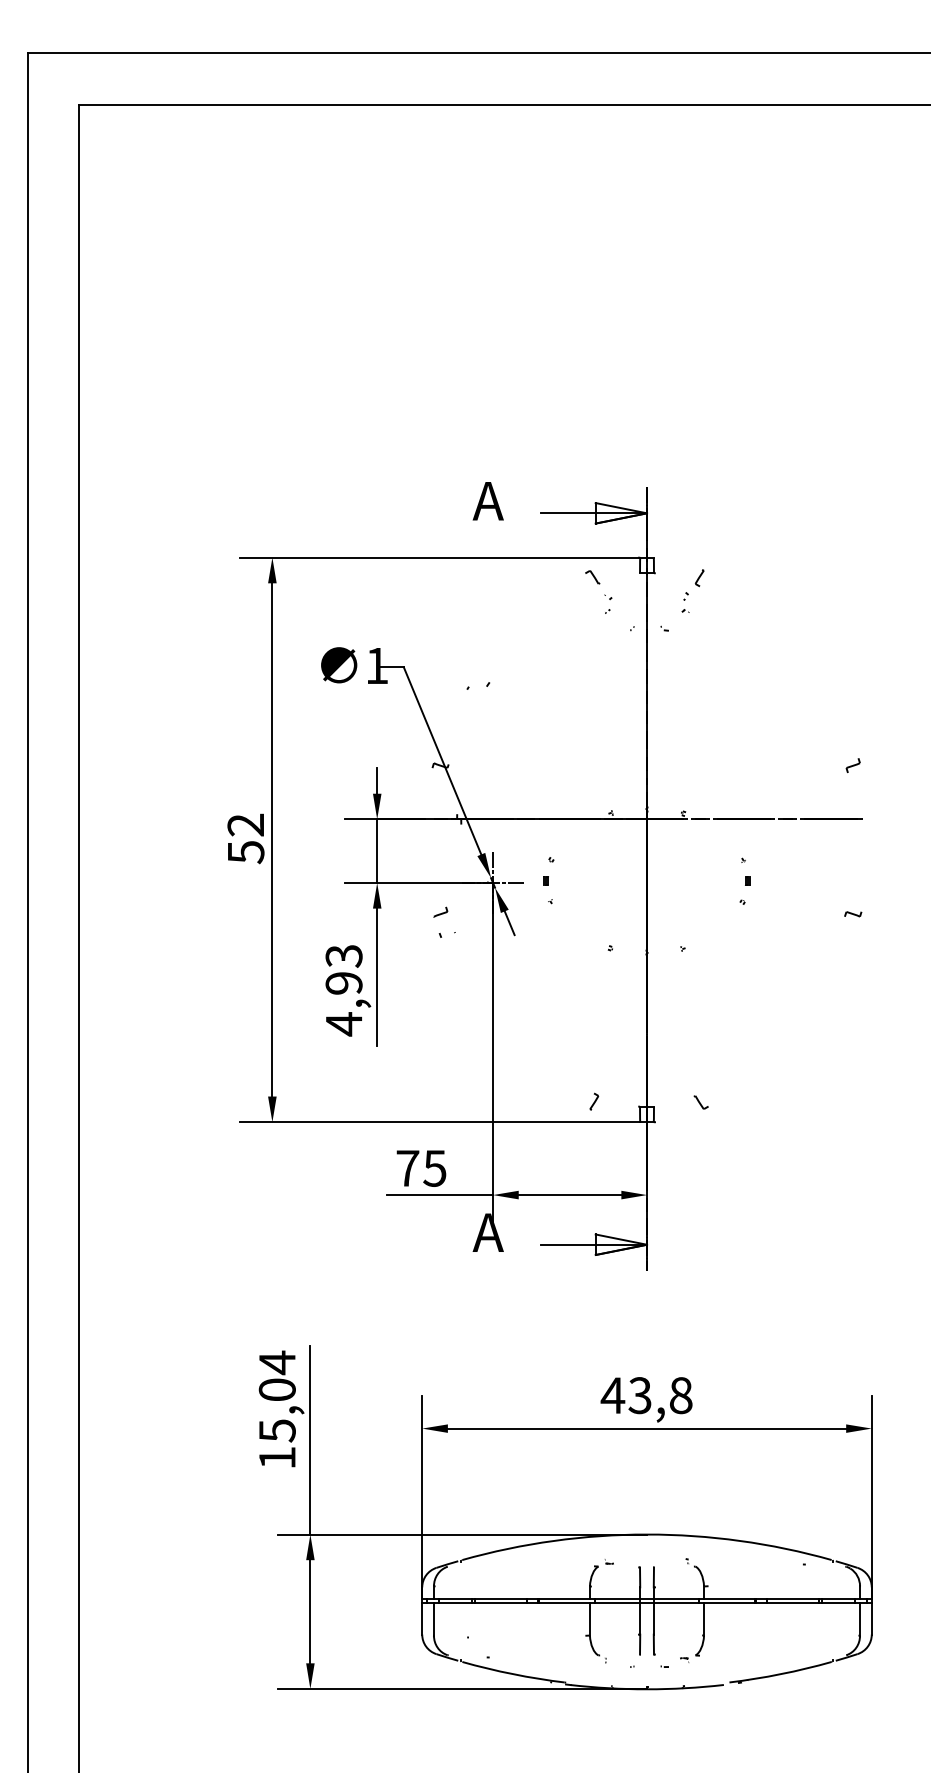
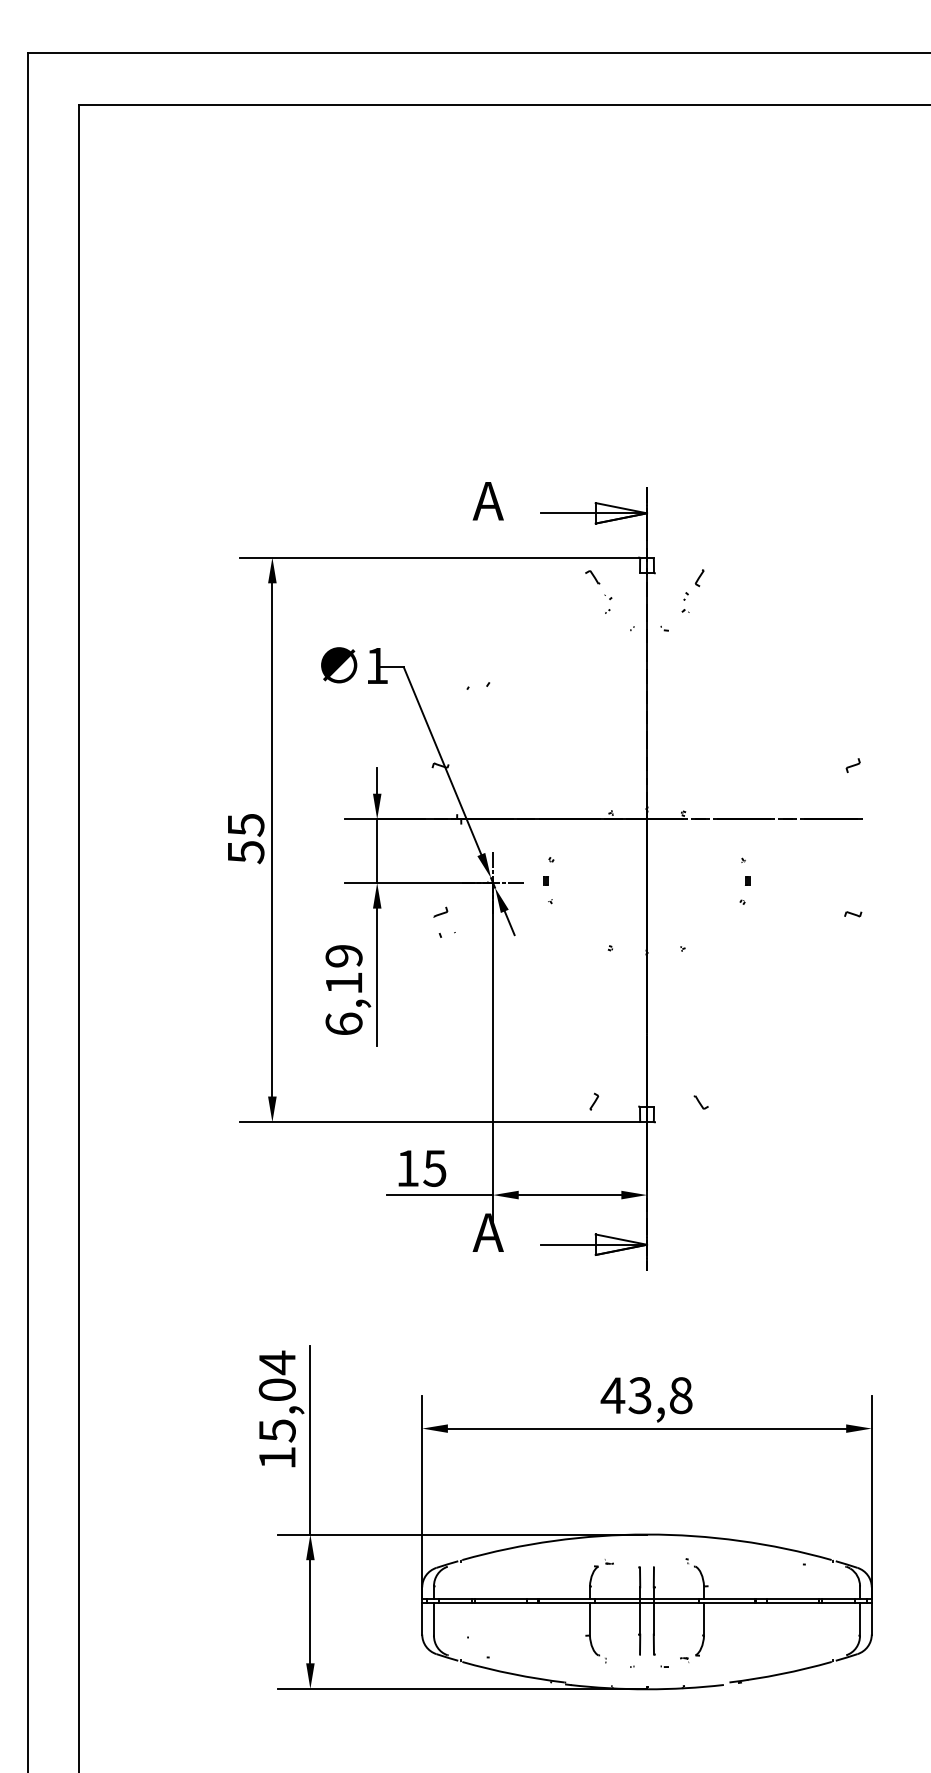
text at (245, 824): 52 -> 55
text at (343, 990): 4,93 -> 6,19
text at (407, 1168): 75 -> 15
